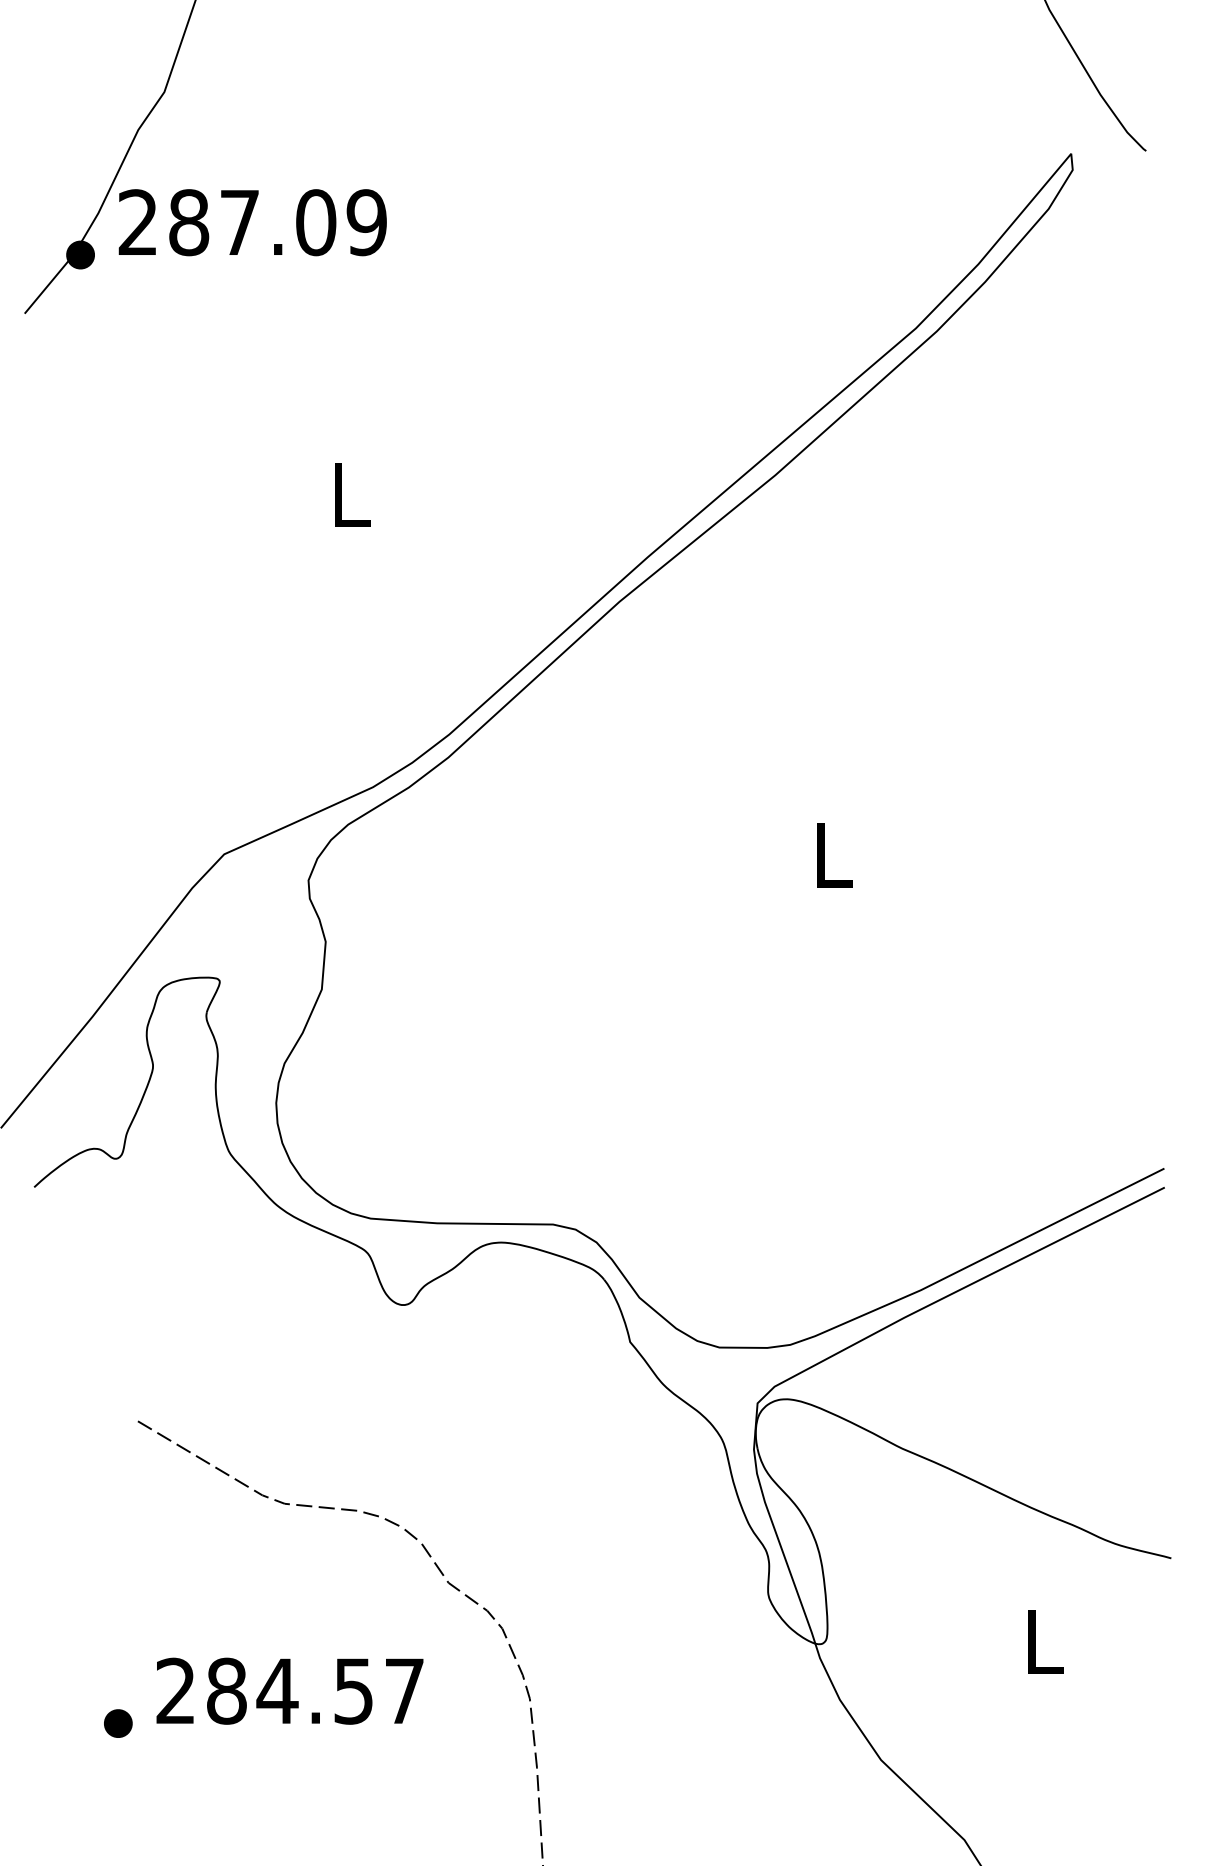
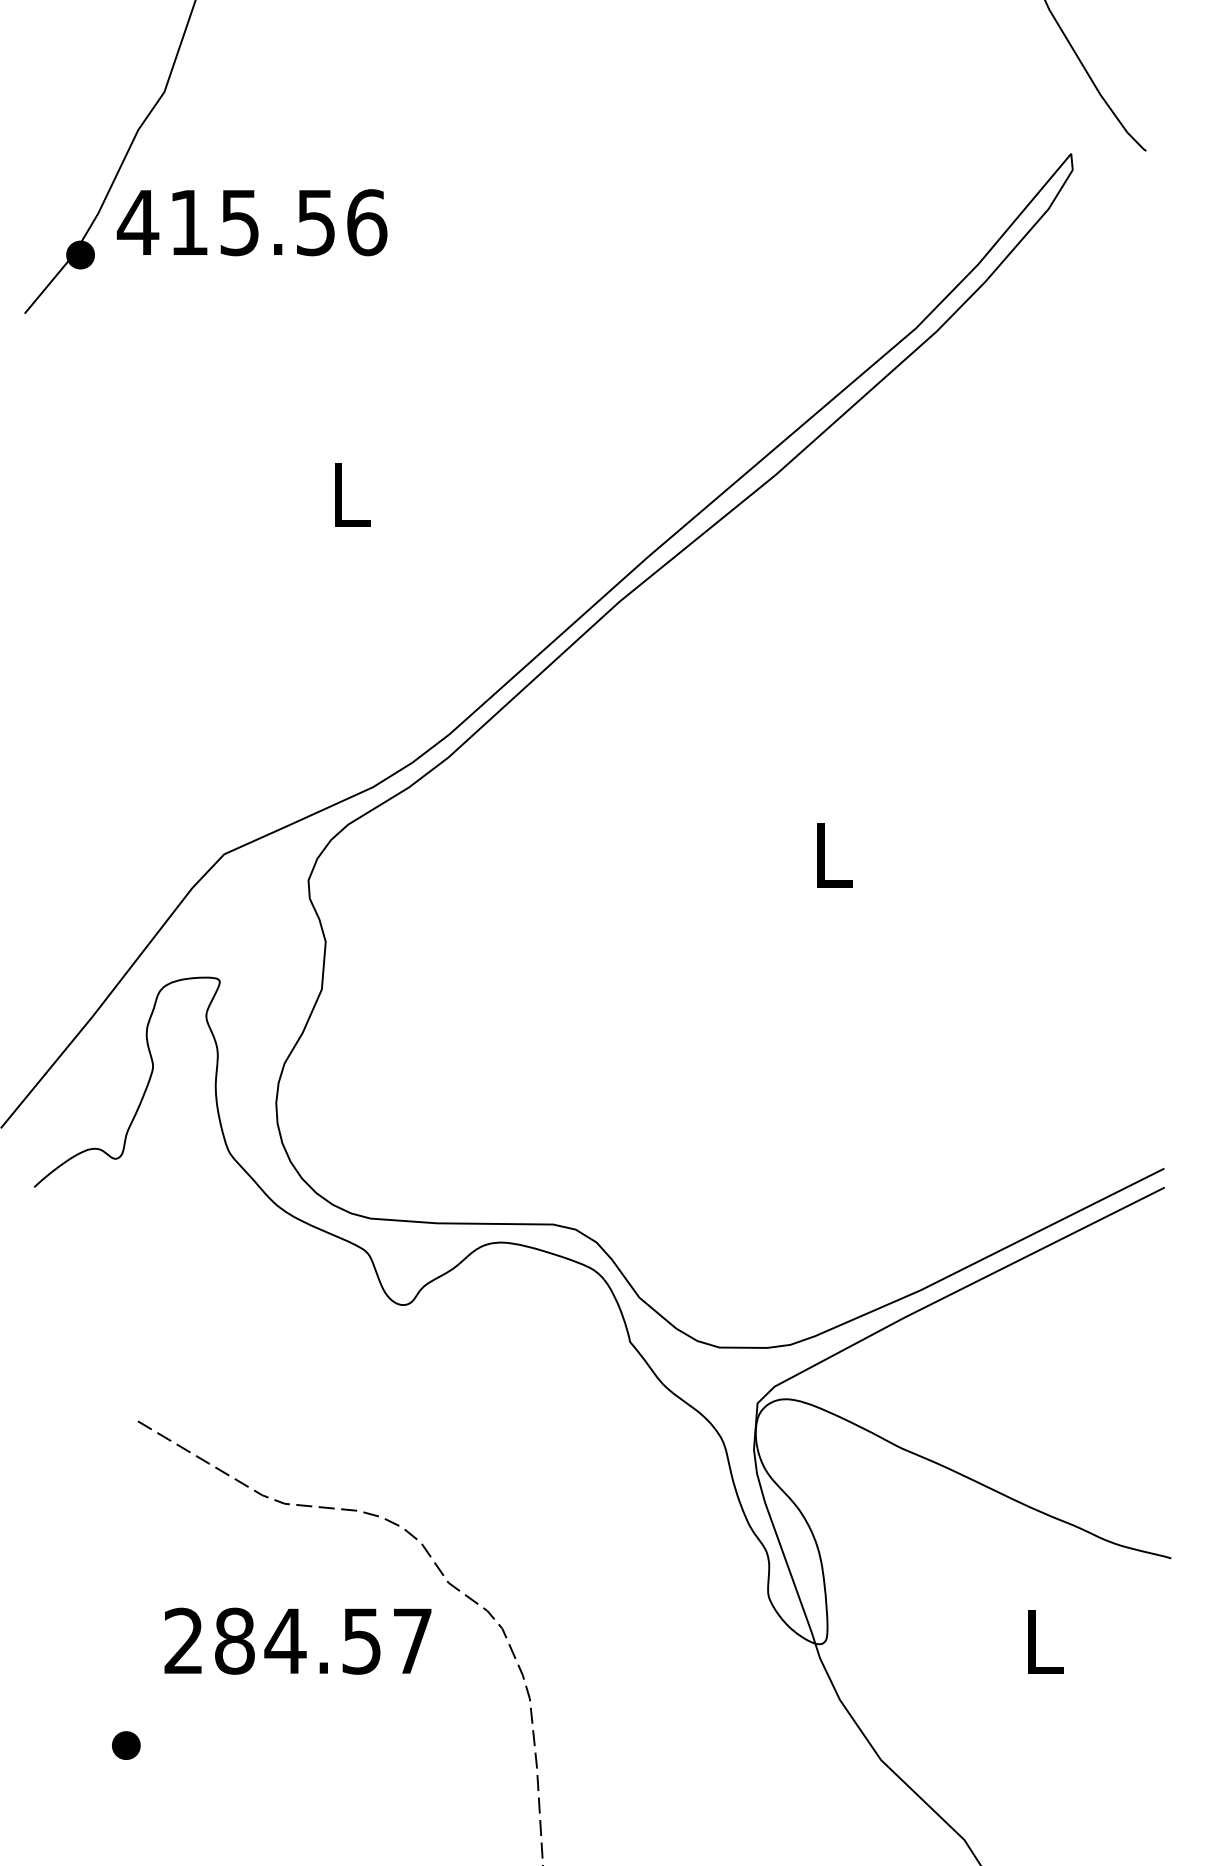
text at (251, 222): 287.09 -> 415.56
text at (289, 1690) position: (289, 1690) -> (297, 1640)
part at (118, 1723) position: (118, 1723) -> (126, 1745)
